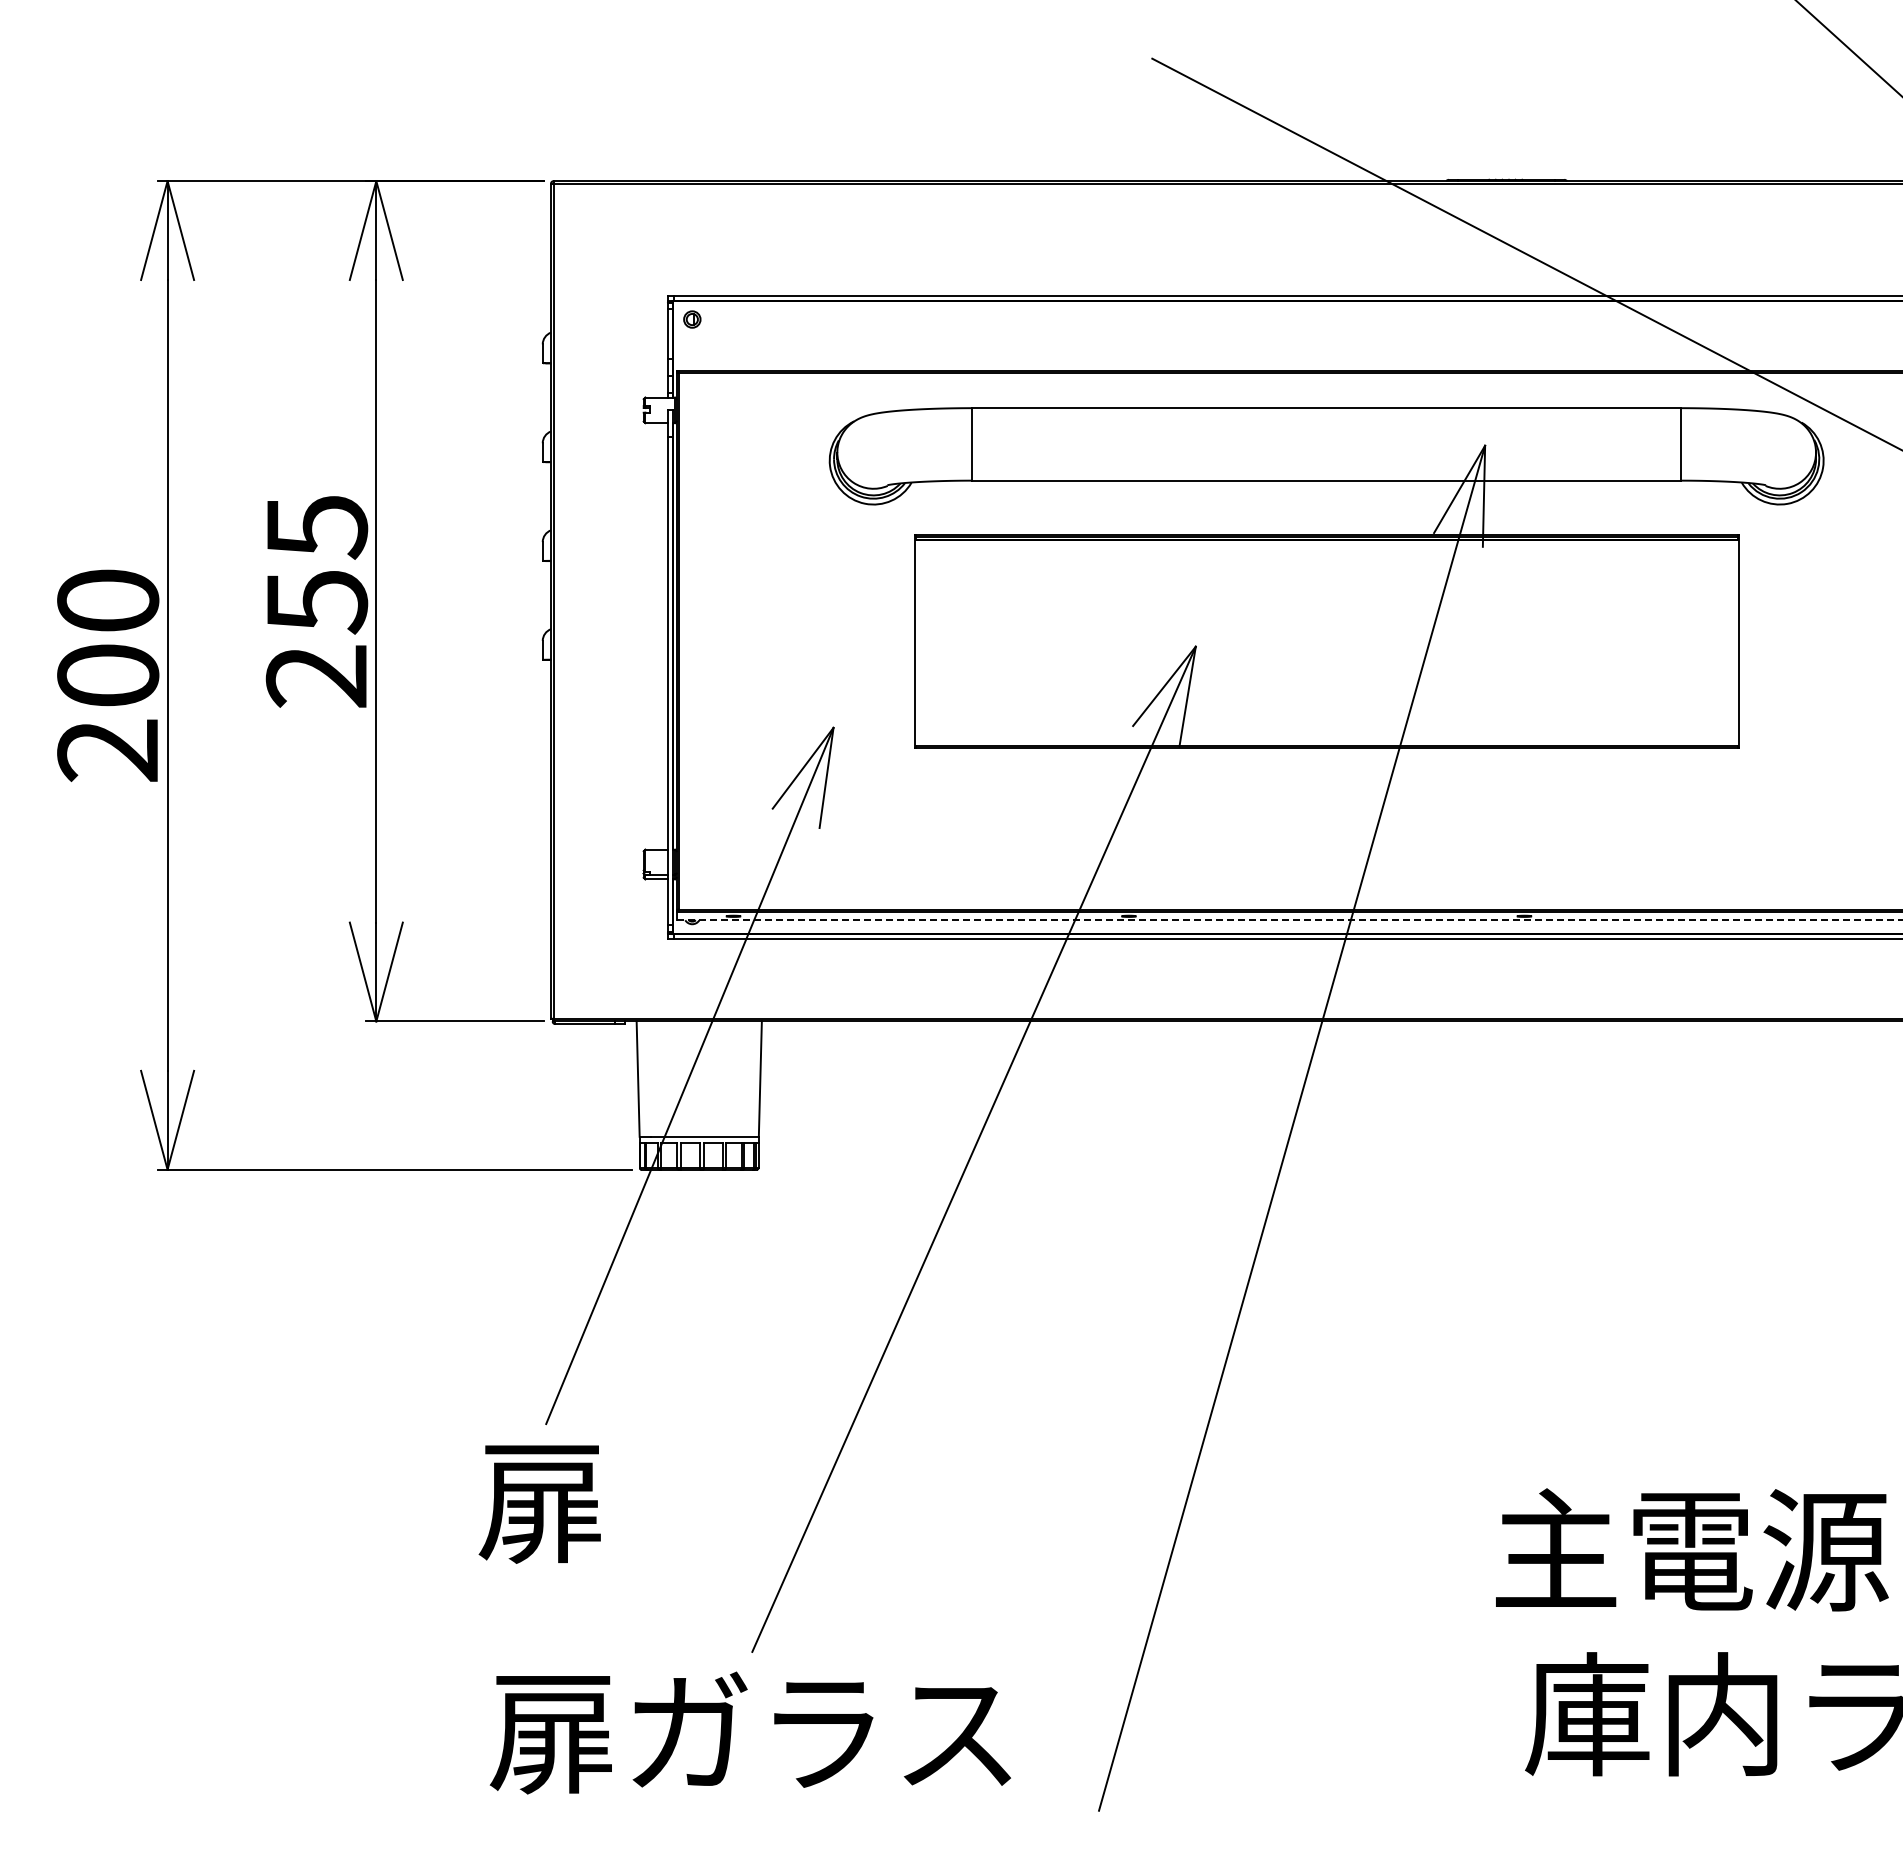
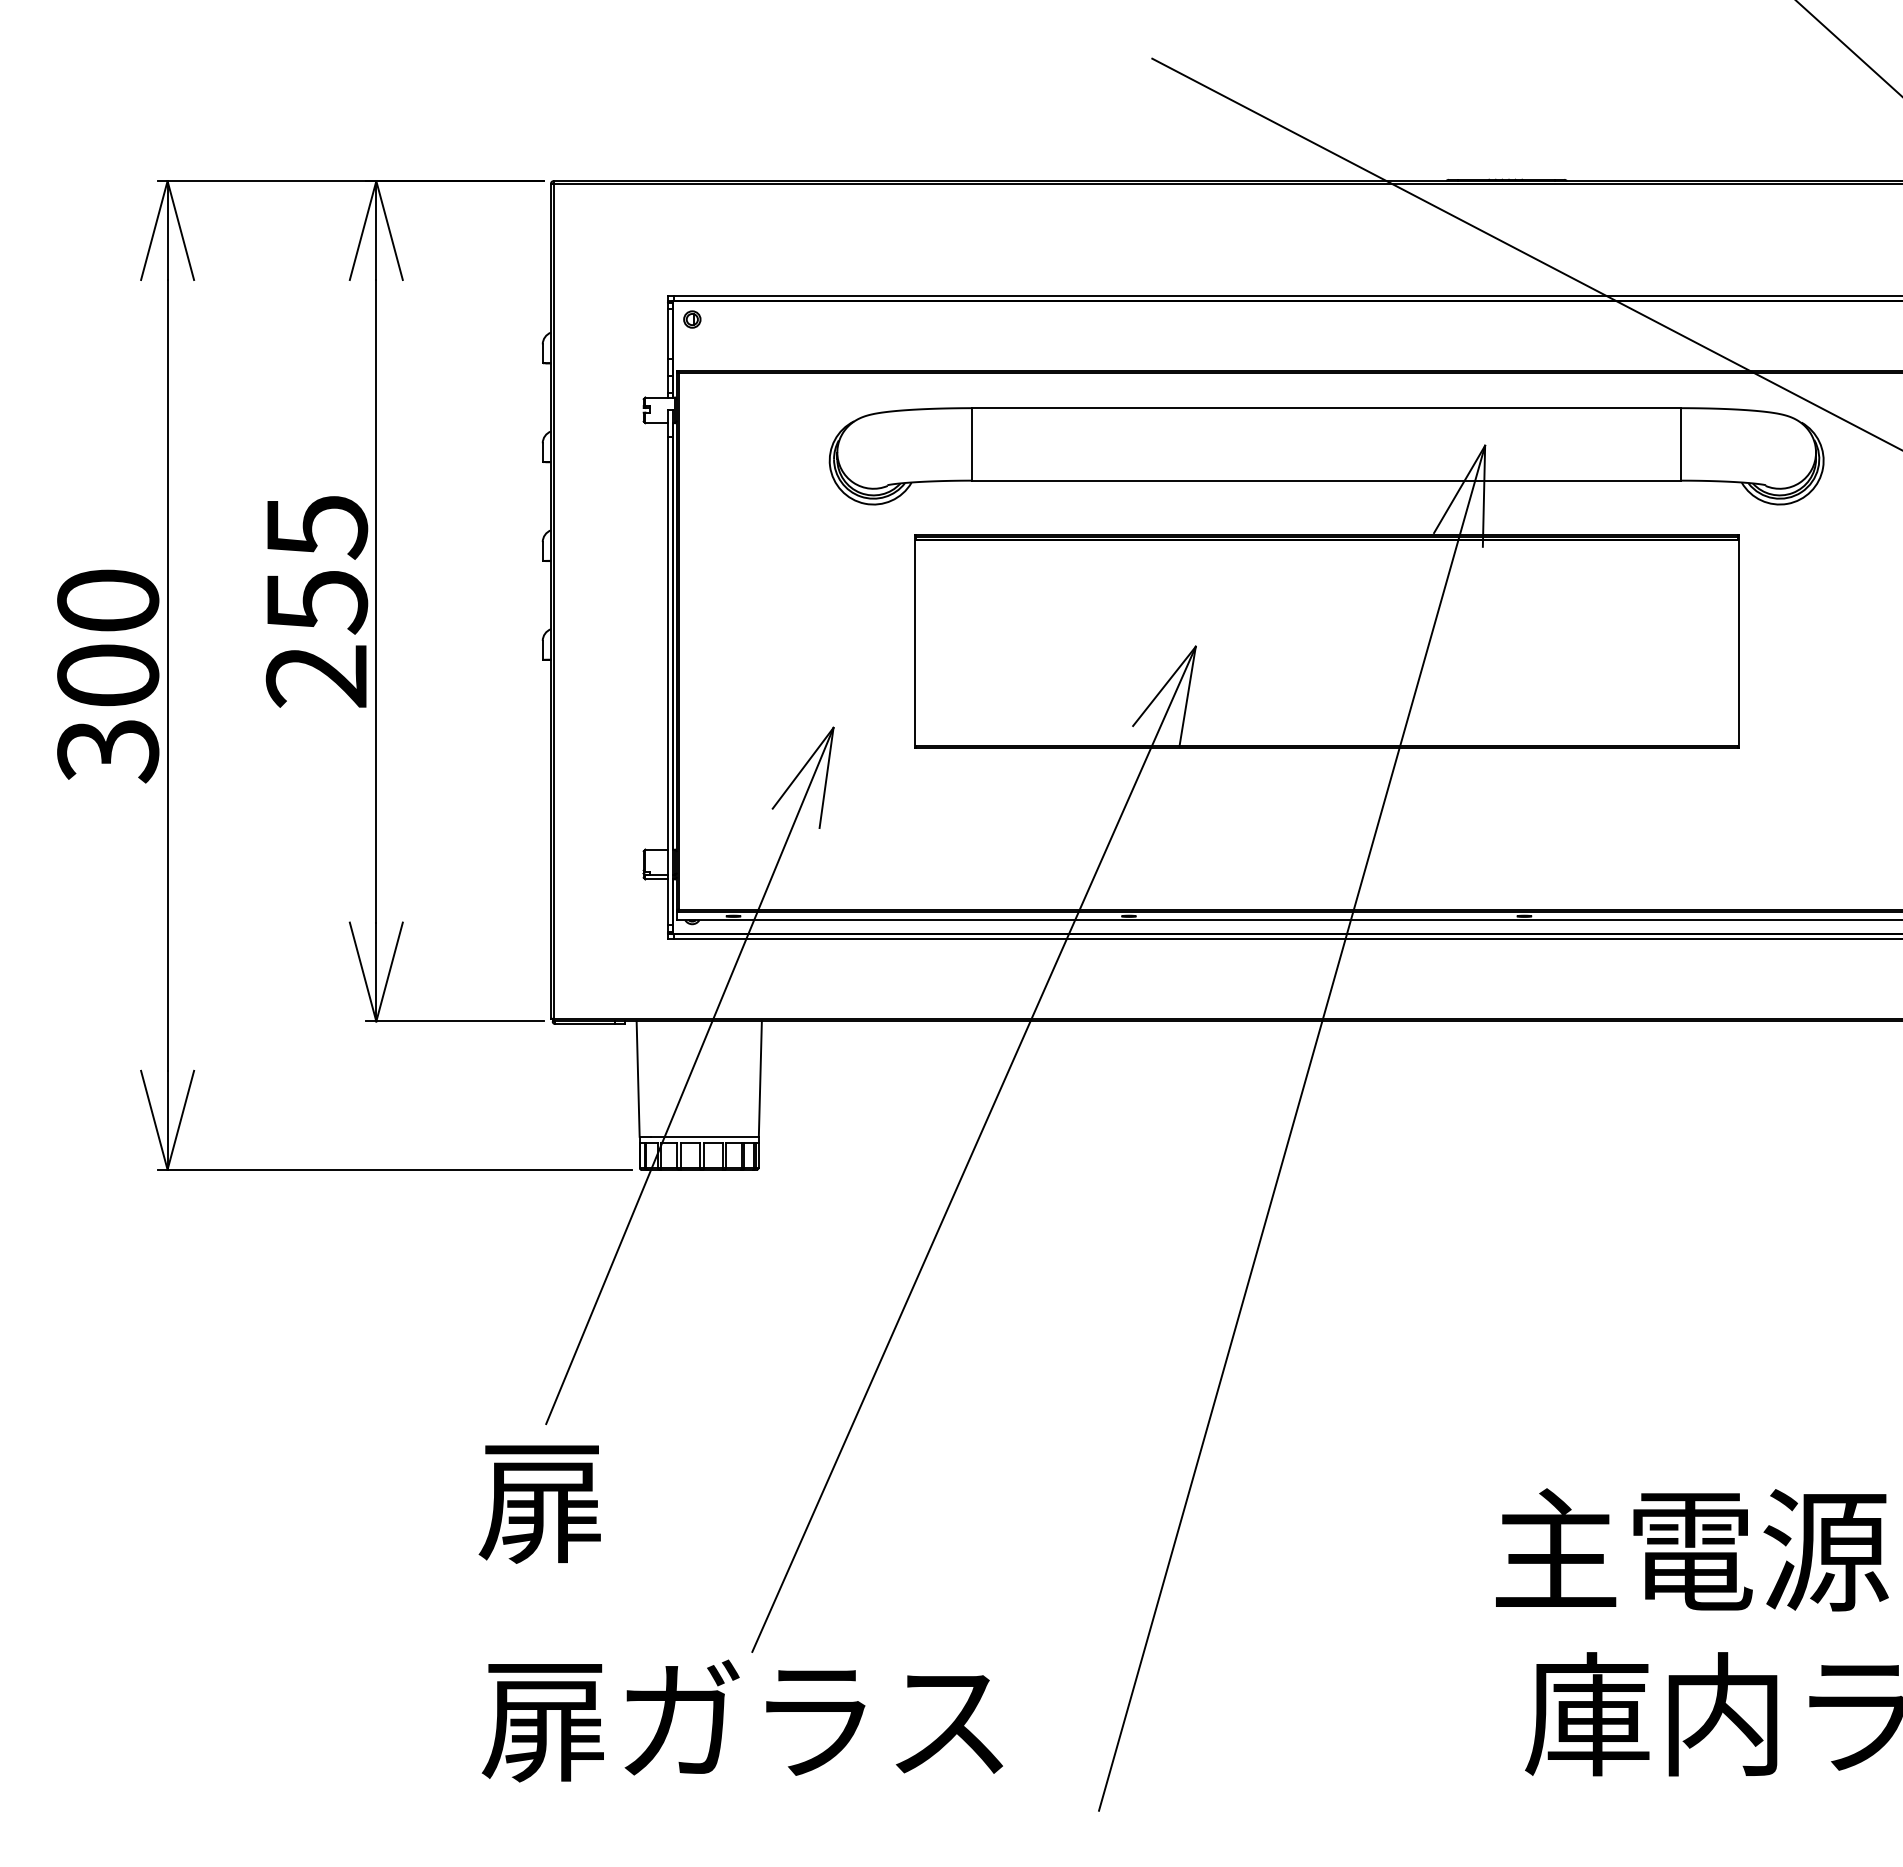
text at (108, 751): 200 -> 300
line at (1290, 920): dashed -> solid
text at (749, 1732) position: (749, 1732) -> (741, 1720)
